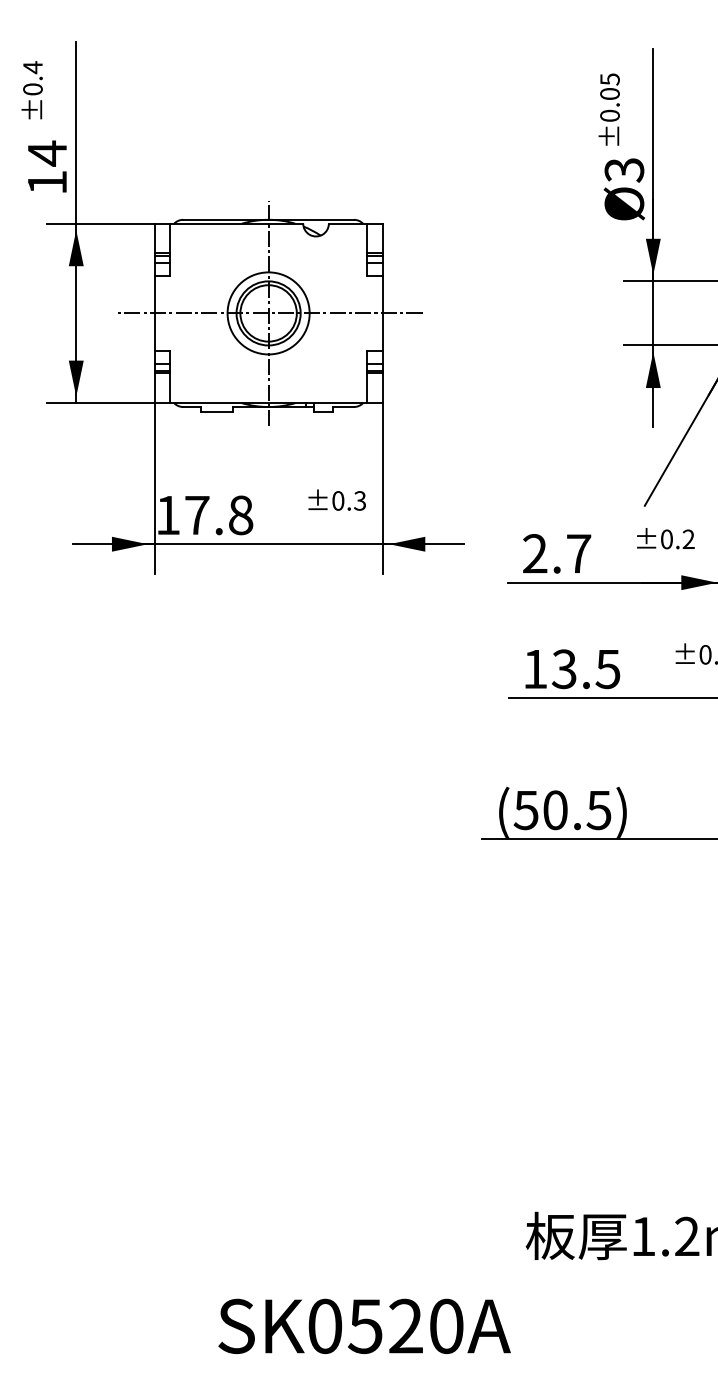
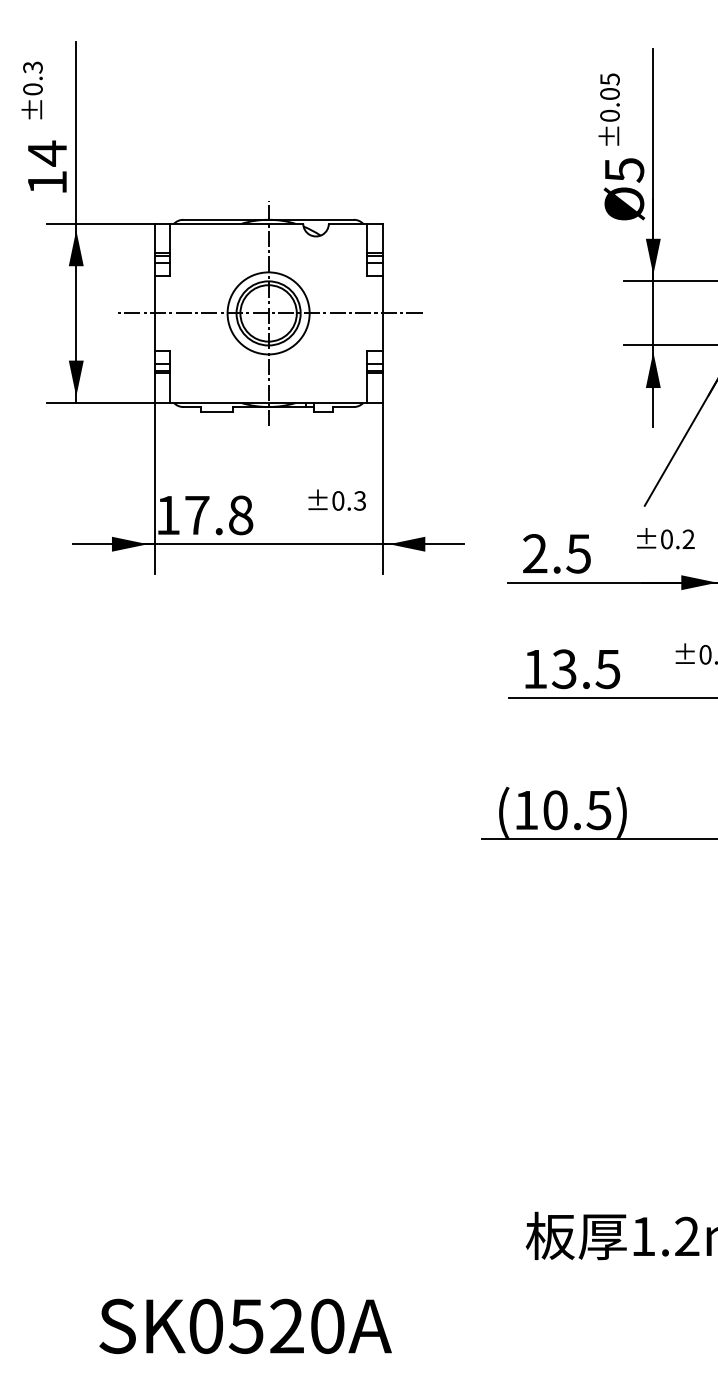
text at (32, 67): ±0.4 -> ±0.3
text at (623, 170): Ø3 -> Ø5
text at (578, 553): 2.7 -> 2.5
text at (525, 810): (50.5) -> (10.5)
text at (364, 1325) position: (364, 1325) -> (245, 1325)
